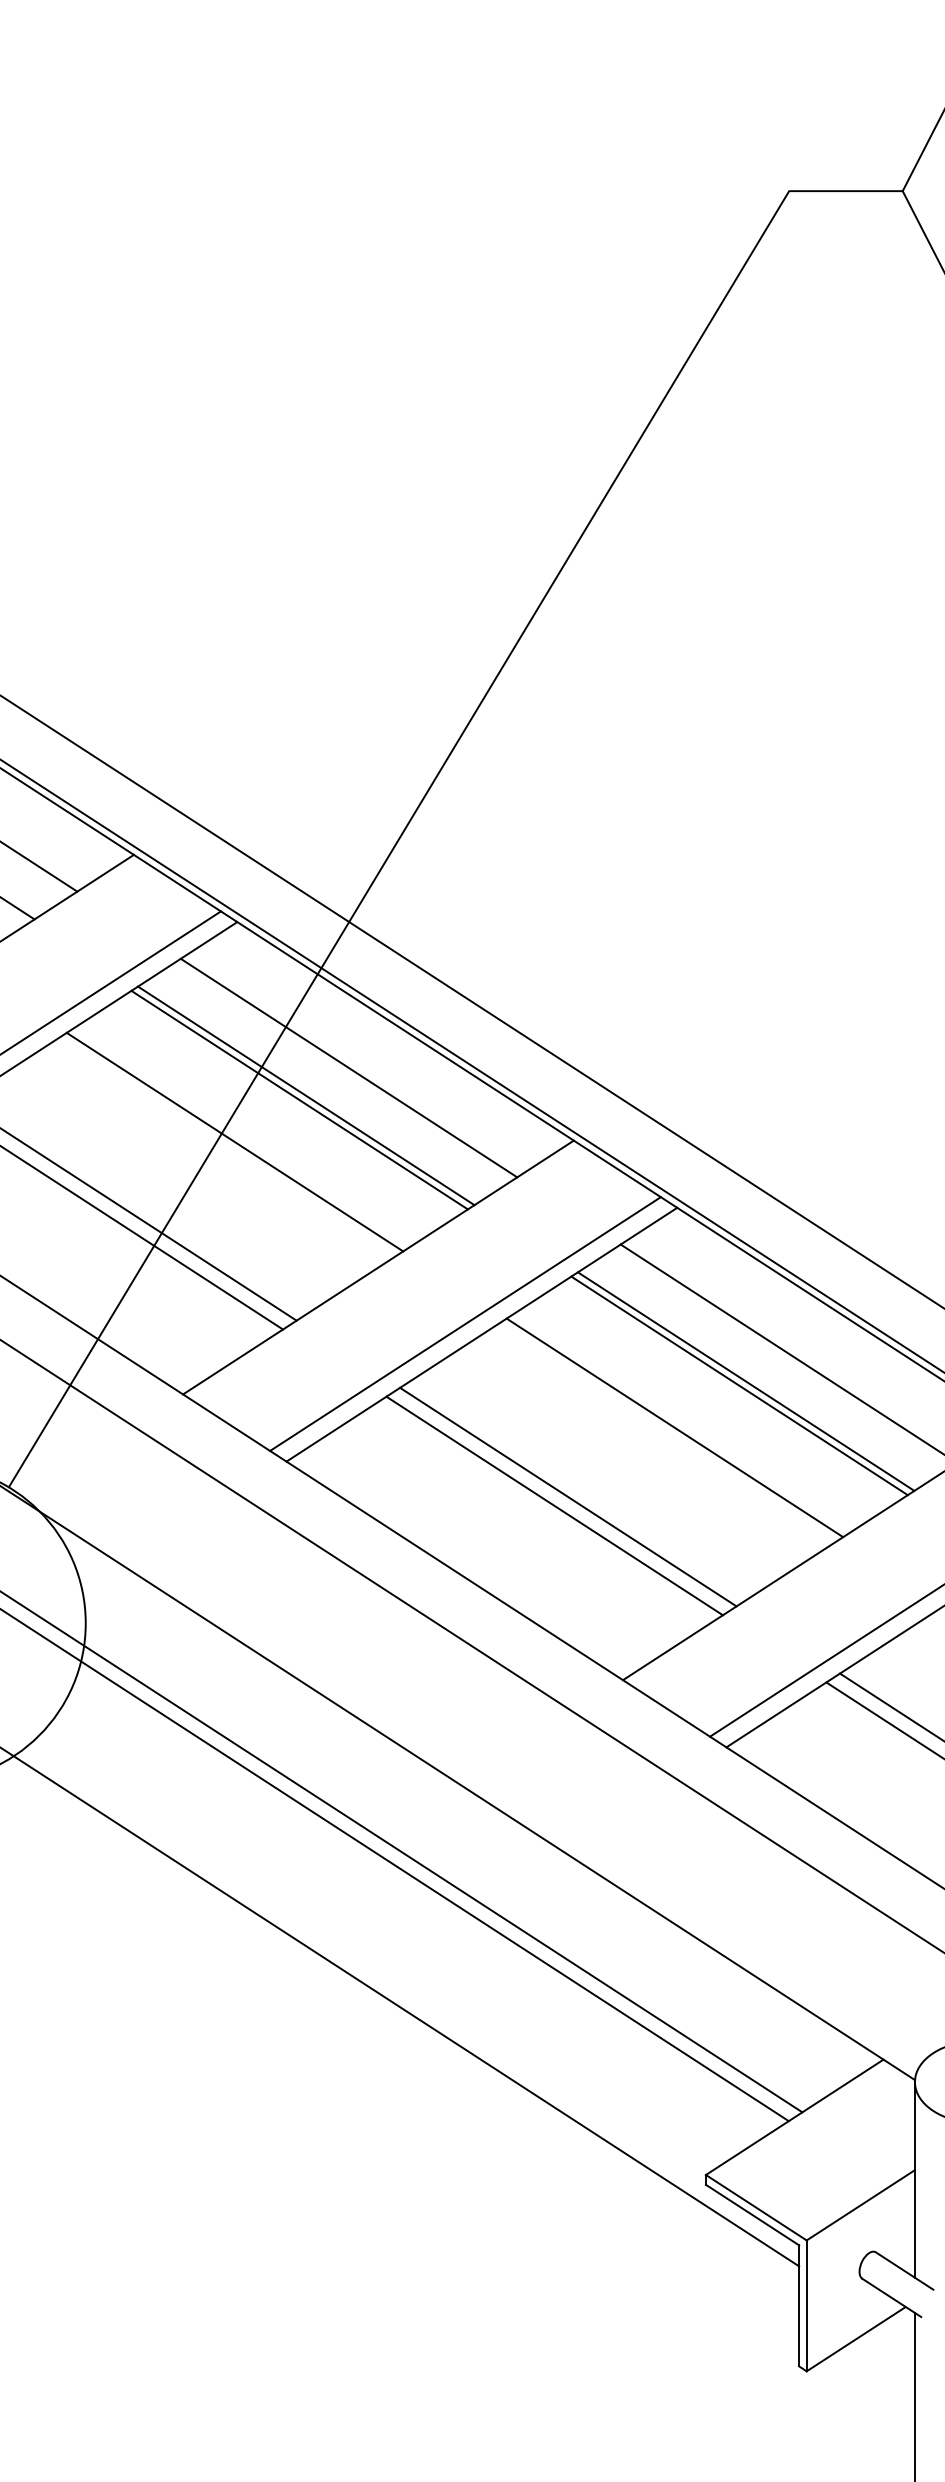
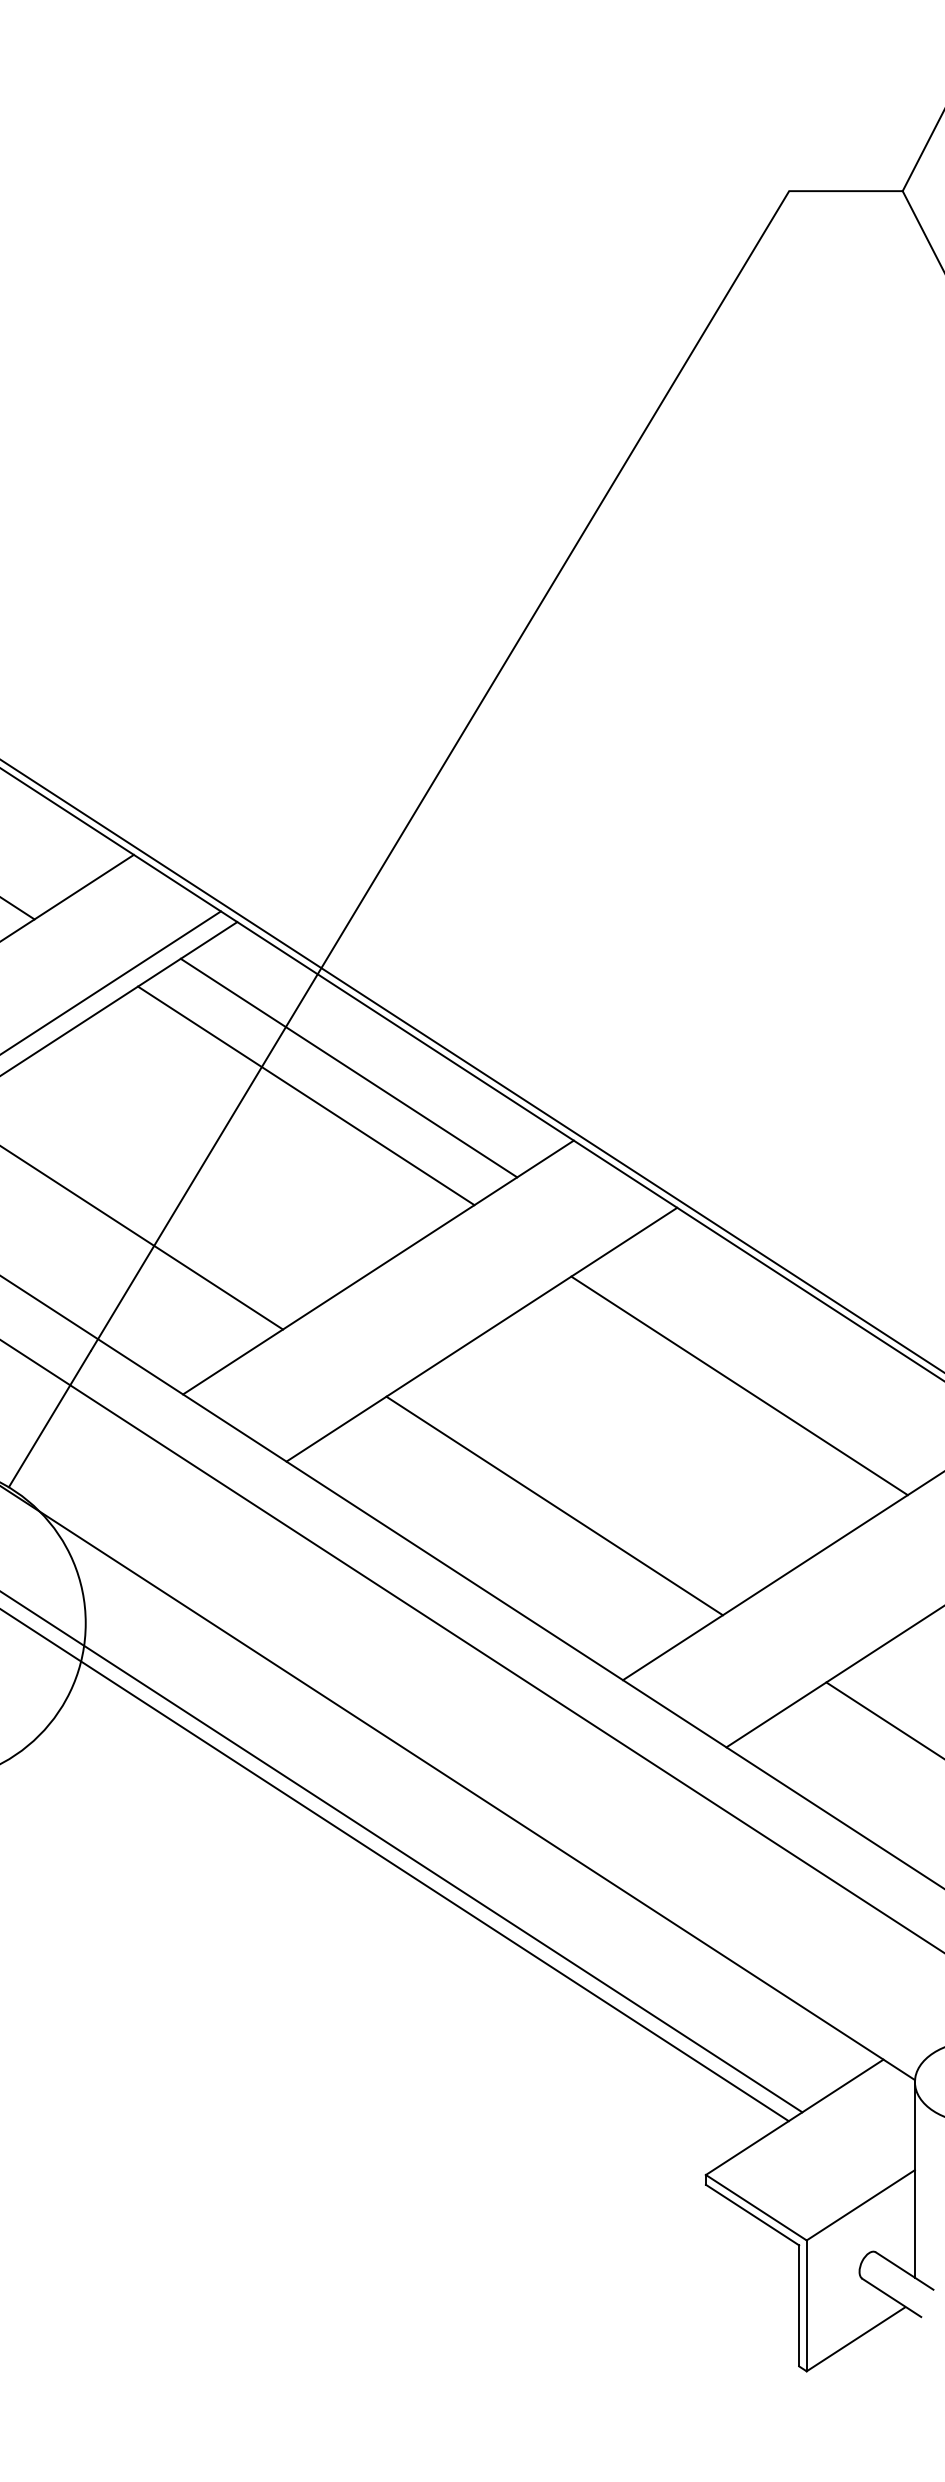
line at (39, 867): present -> none
line at (471, 1001): present -> none
line at (299, 1099): present -> none
line at (234, 1141): present -> none
line at (149, 1224): present -> none
line at (465, 1323): present -> none
line at (780, 1348): present -> none
line at (745, 1381): present -> none
line at (674, 1427): present -> none
line at (568, 1496): present -> none
line at (825, 1661): present -> none
line at (890, 1706): present -> none
line at (400, 2007): present -> none
line at (914, 2395): present -> none
